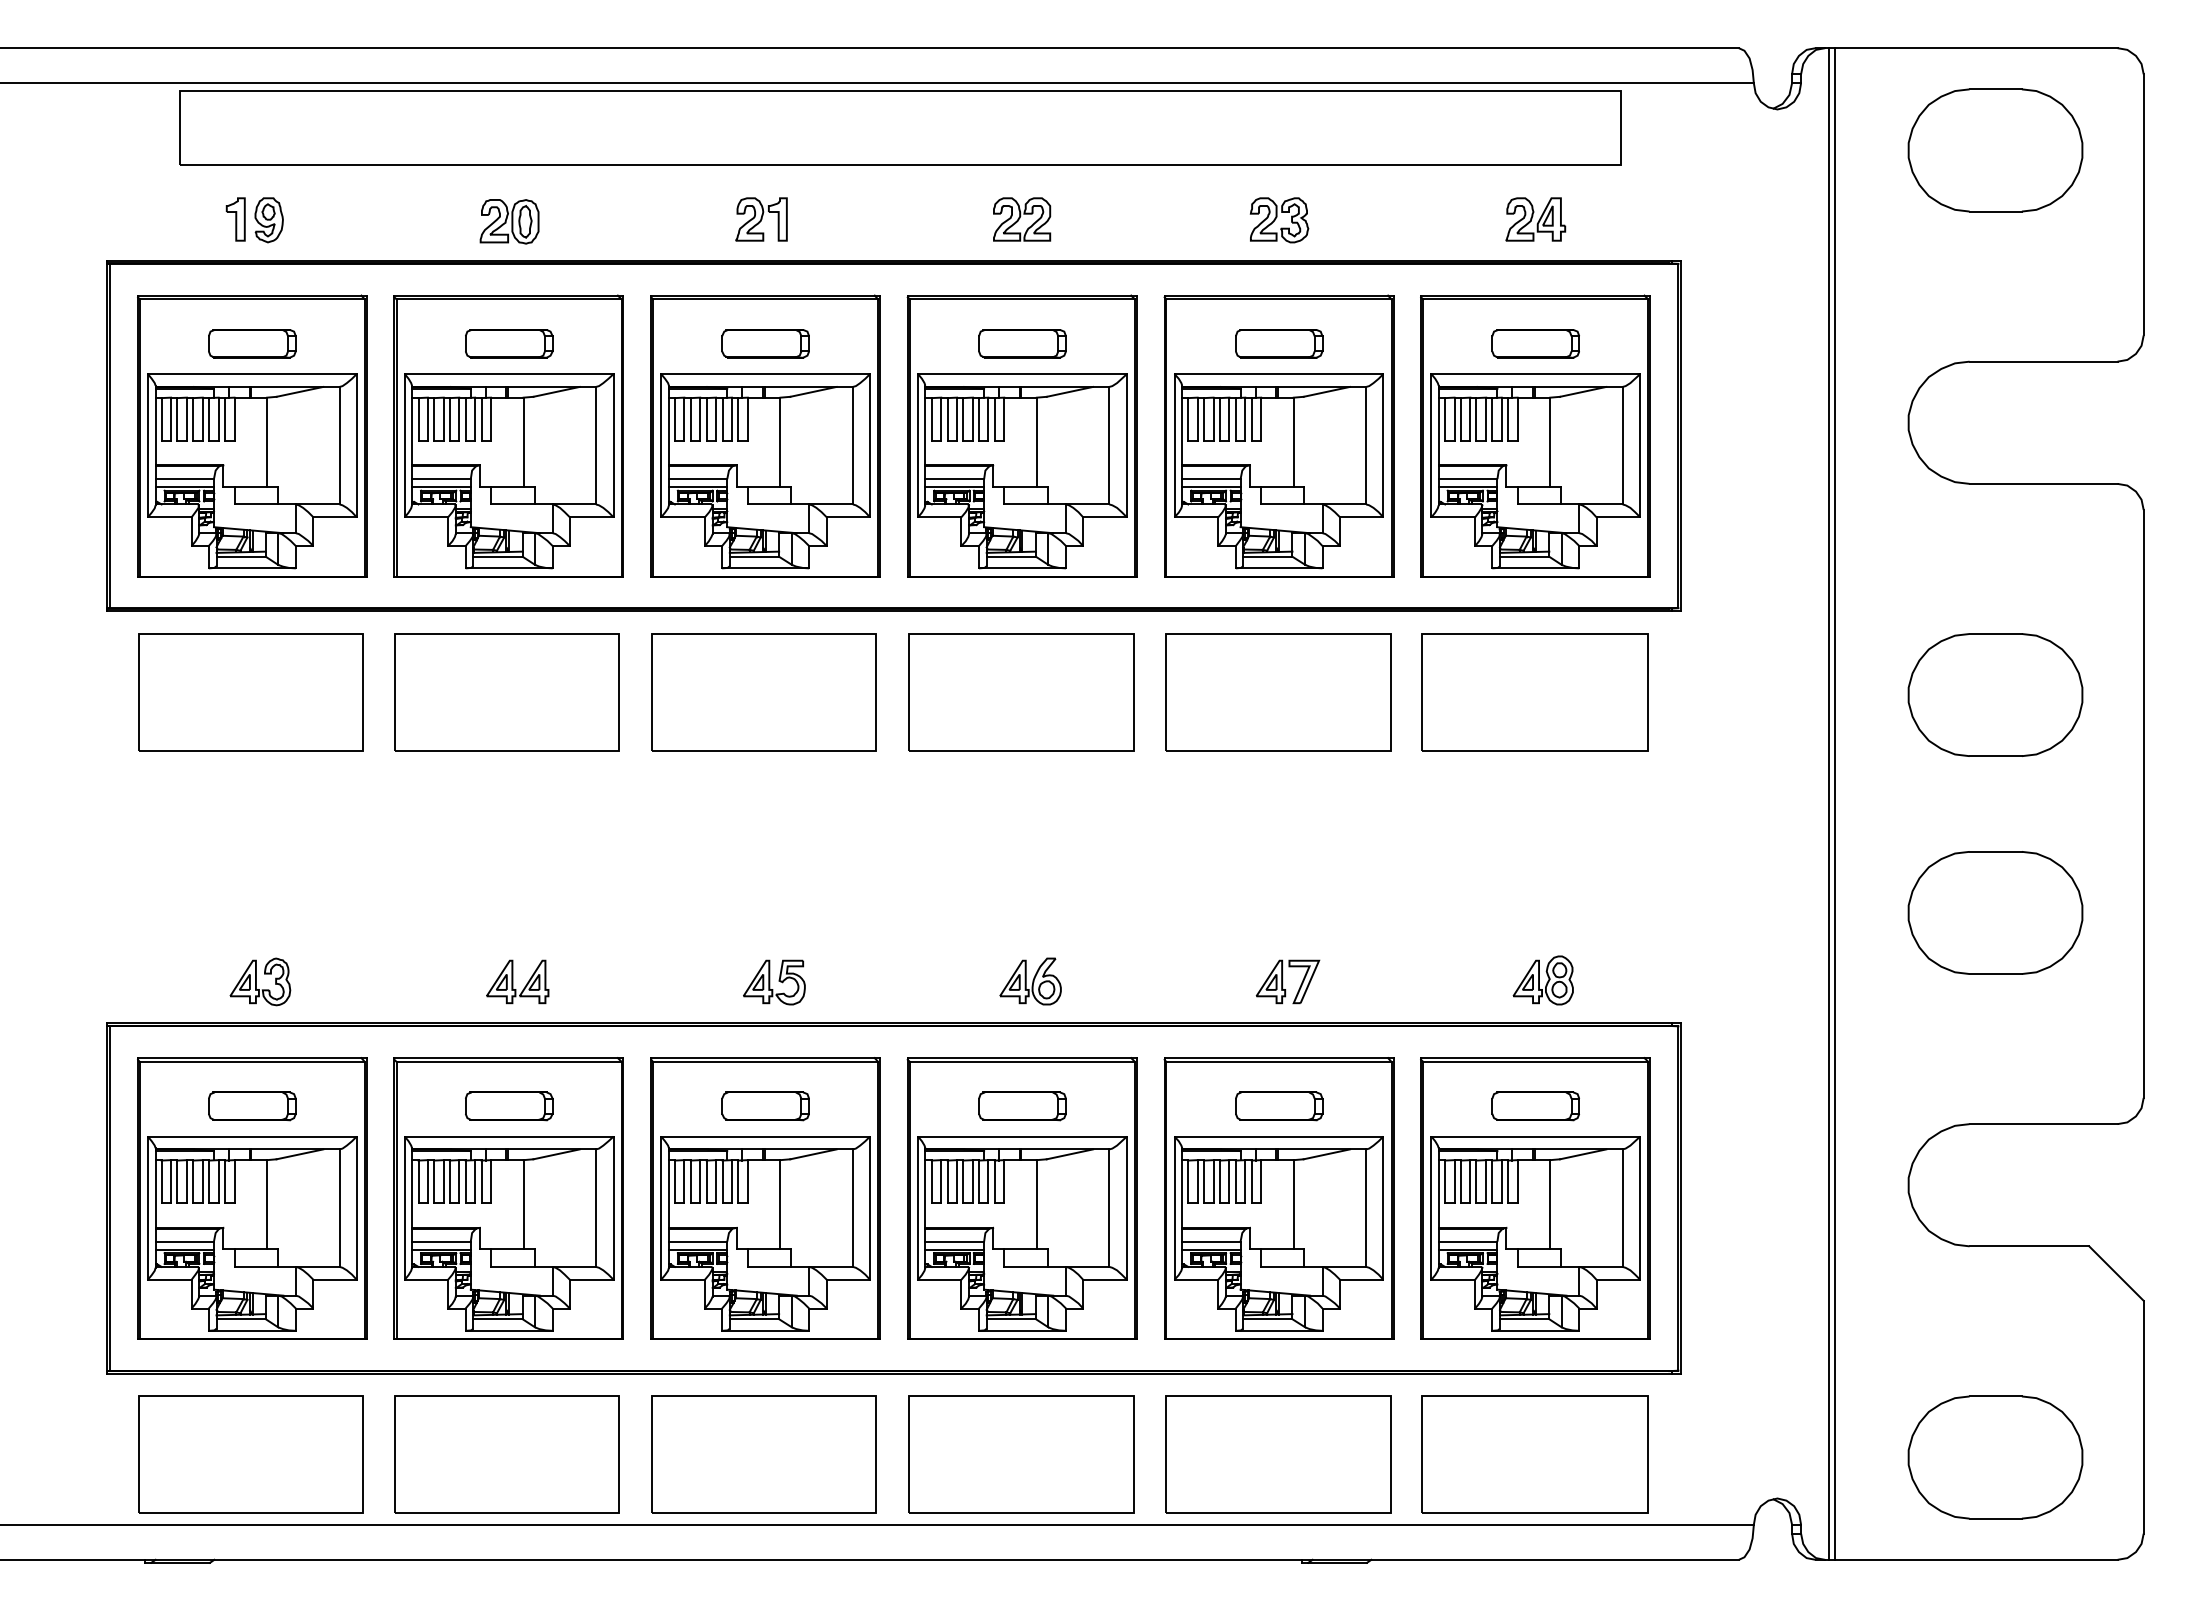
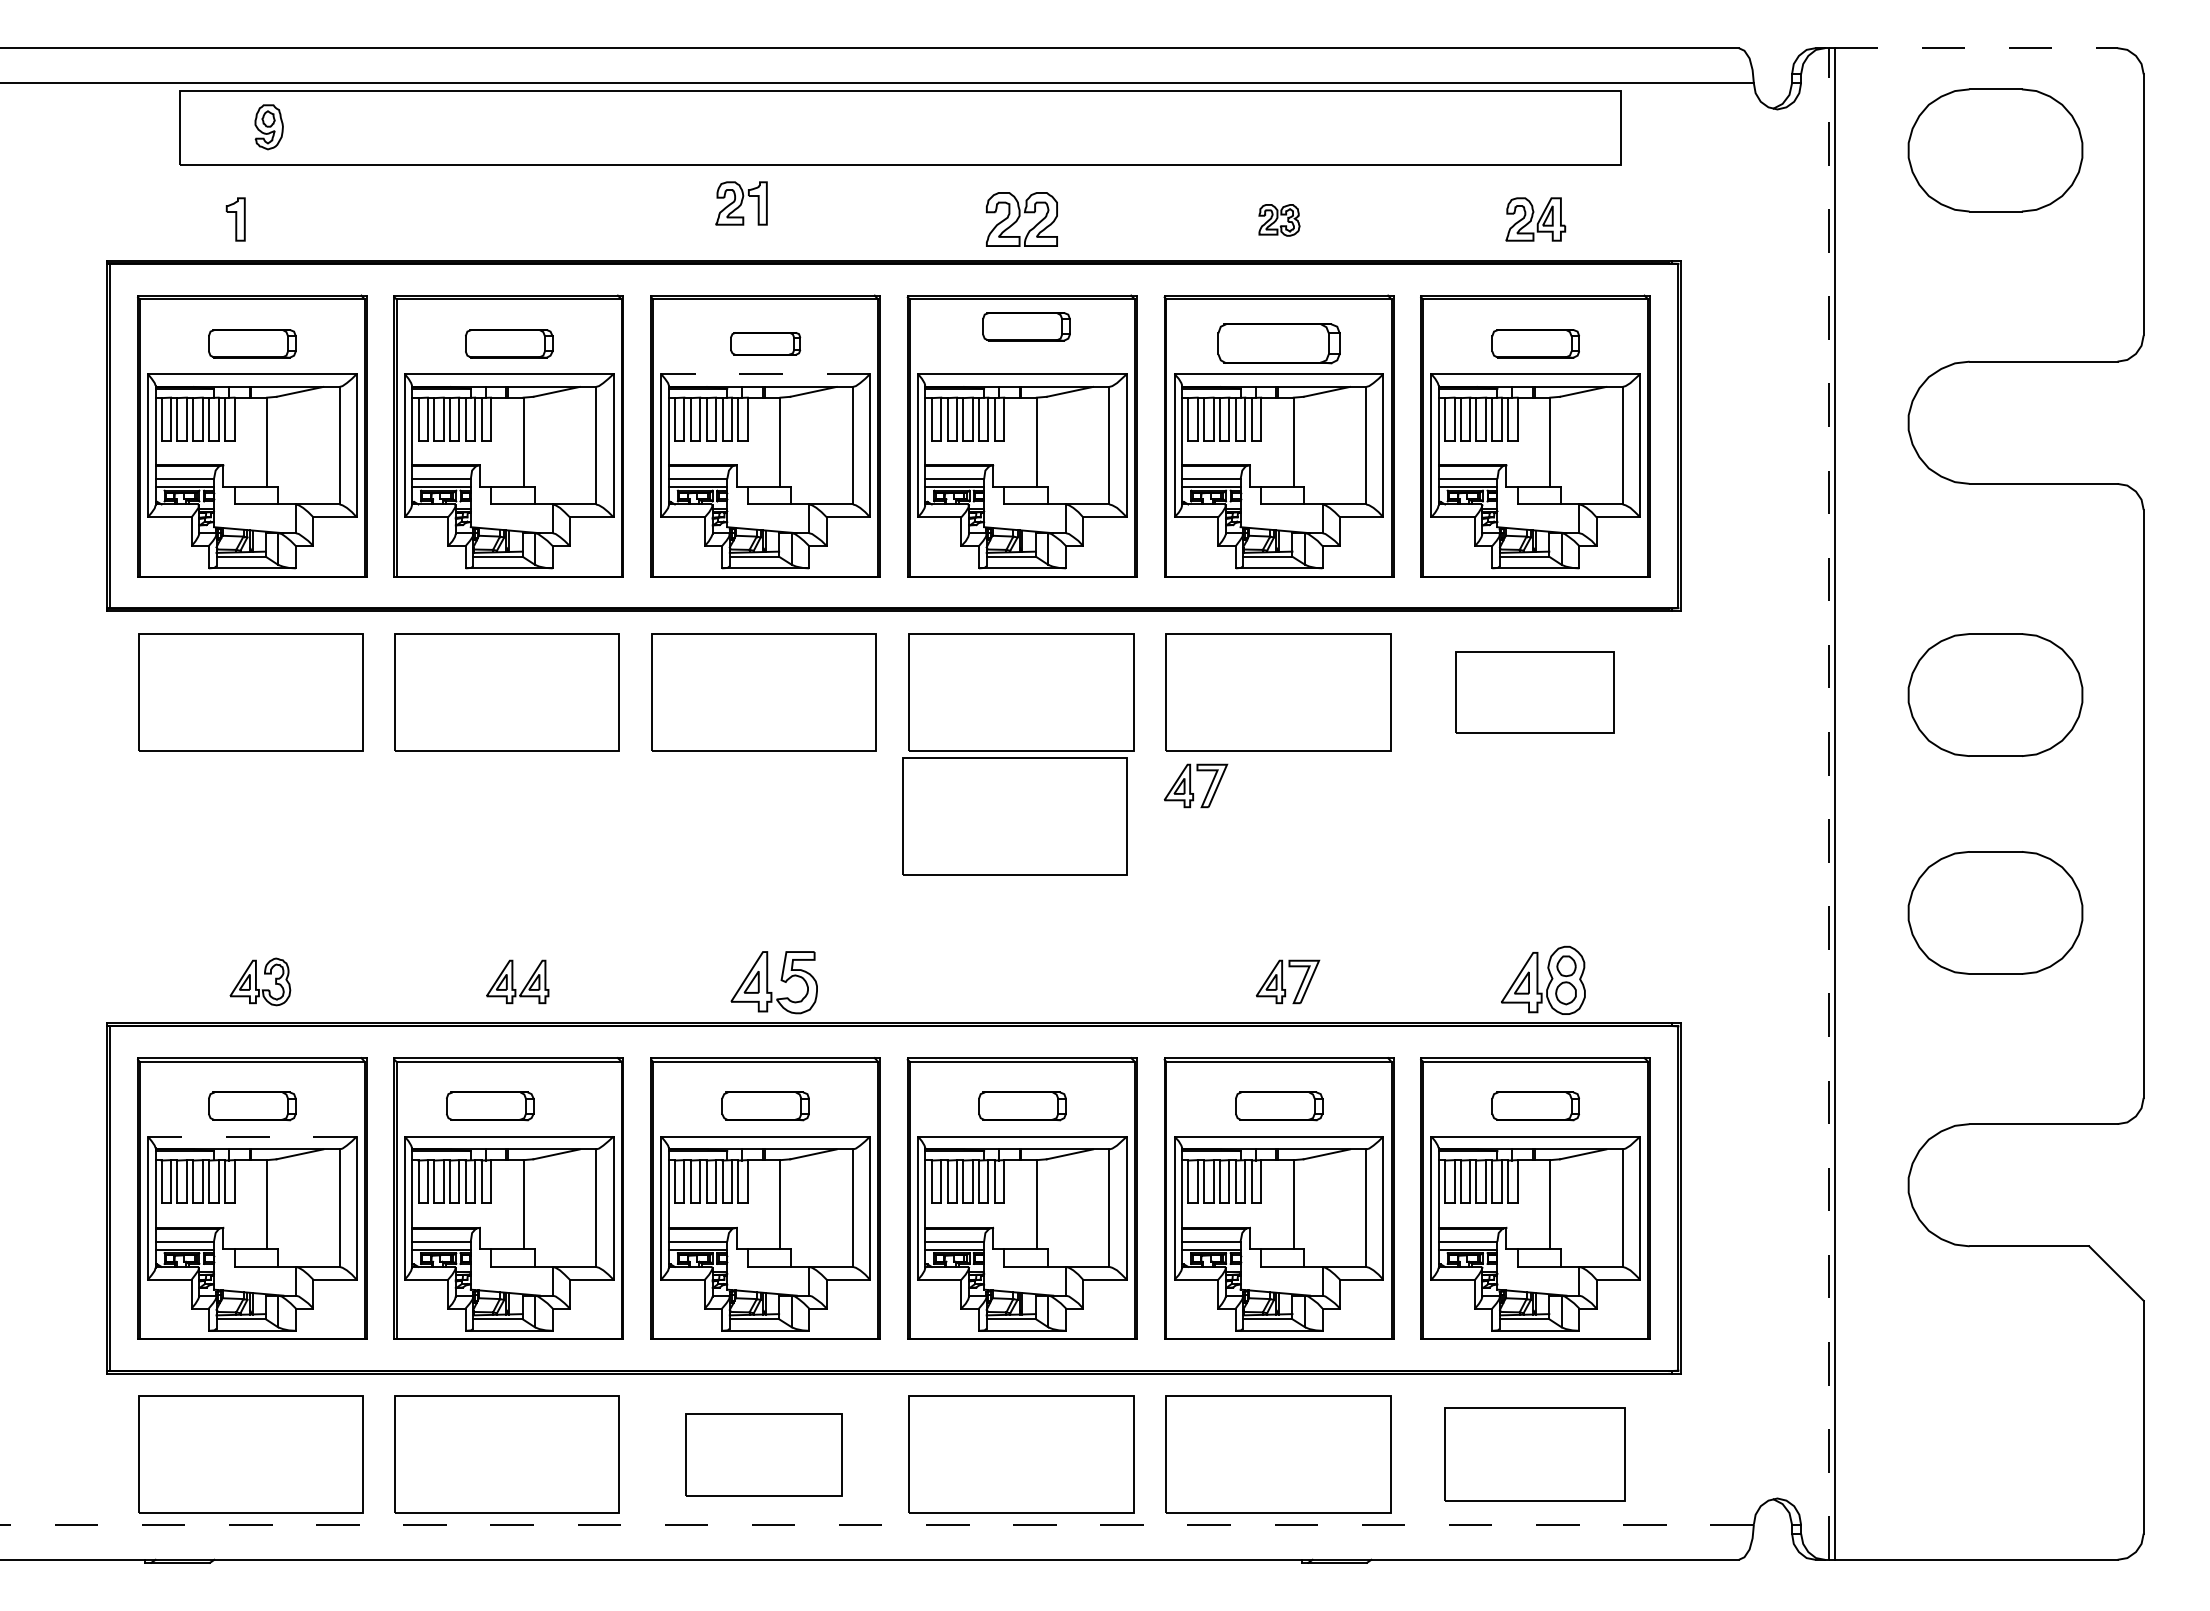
line at (1976, 48): solid -> dashed
part at (761, 219) position: (761, 219) -> (741, 203)
part at (1022, 219) size: 59x45 px -> 72x55 px
part at (268, 220) position: (268, 220) -> (268, 127)
part at (1279, 220) size: 61x47 px -> 43x33 px
part at (509, 221): present -> none
part at (765, 343) size: 89x30 px -> 72x24 px
part at (1022, 343) position: (1022, 343) -> (1026, 326)
part at (1279, 343) size: 89x30 px -> 124x42 px
line at (765, 374): solid -> dashed
part at (1534, 692) size: 228x119 px -> 160x83 px
part at (1195, 785): none -> present
line at (1828, 804): solid -> dashed
part at (1014, 816): none -> present
part at (1542, 980) size: 62x51 px -> 85x70 px
part at (1030, 981): present -> none
part at (774, 982) size: 63x47 px -> 88x64 px
part at (509, 1106) position: (509, 1106) -> (490, 1106)
line at (251, 1136): solid -> dashed
part at (763, 1454) size: 226x119 px -> 158x84 px
part at (1534, 1454) size: 228x119 px -> 182x95 px
part at (1995, 1457): present -> none
line at (877, 1524): solid -> dashed
